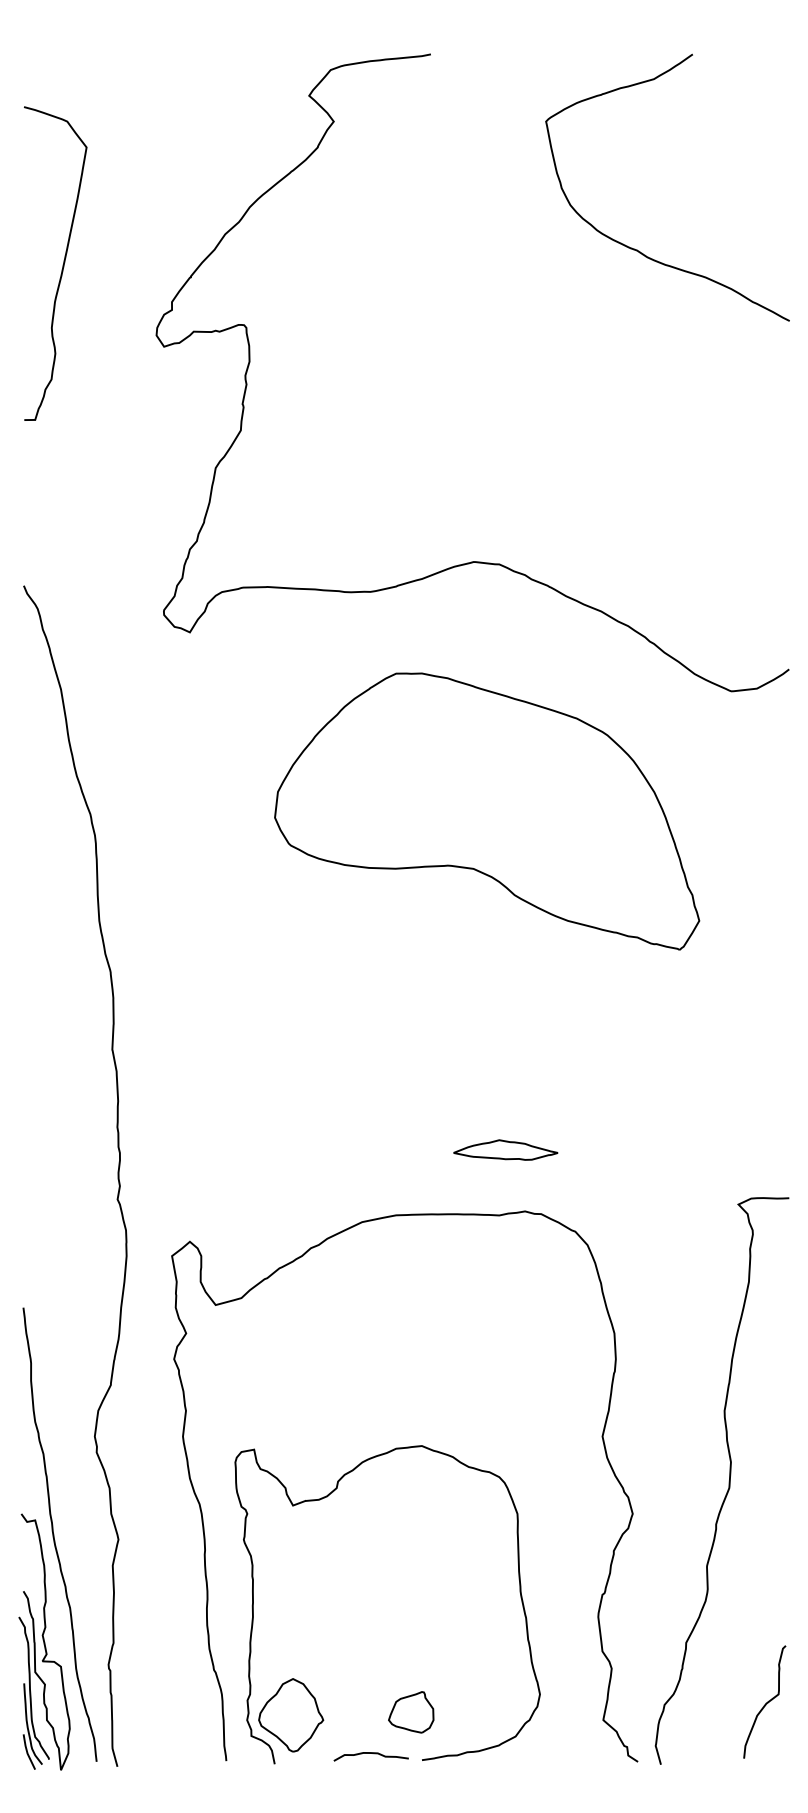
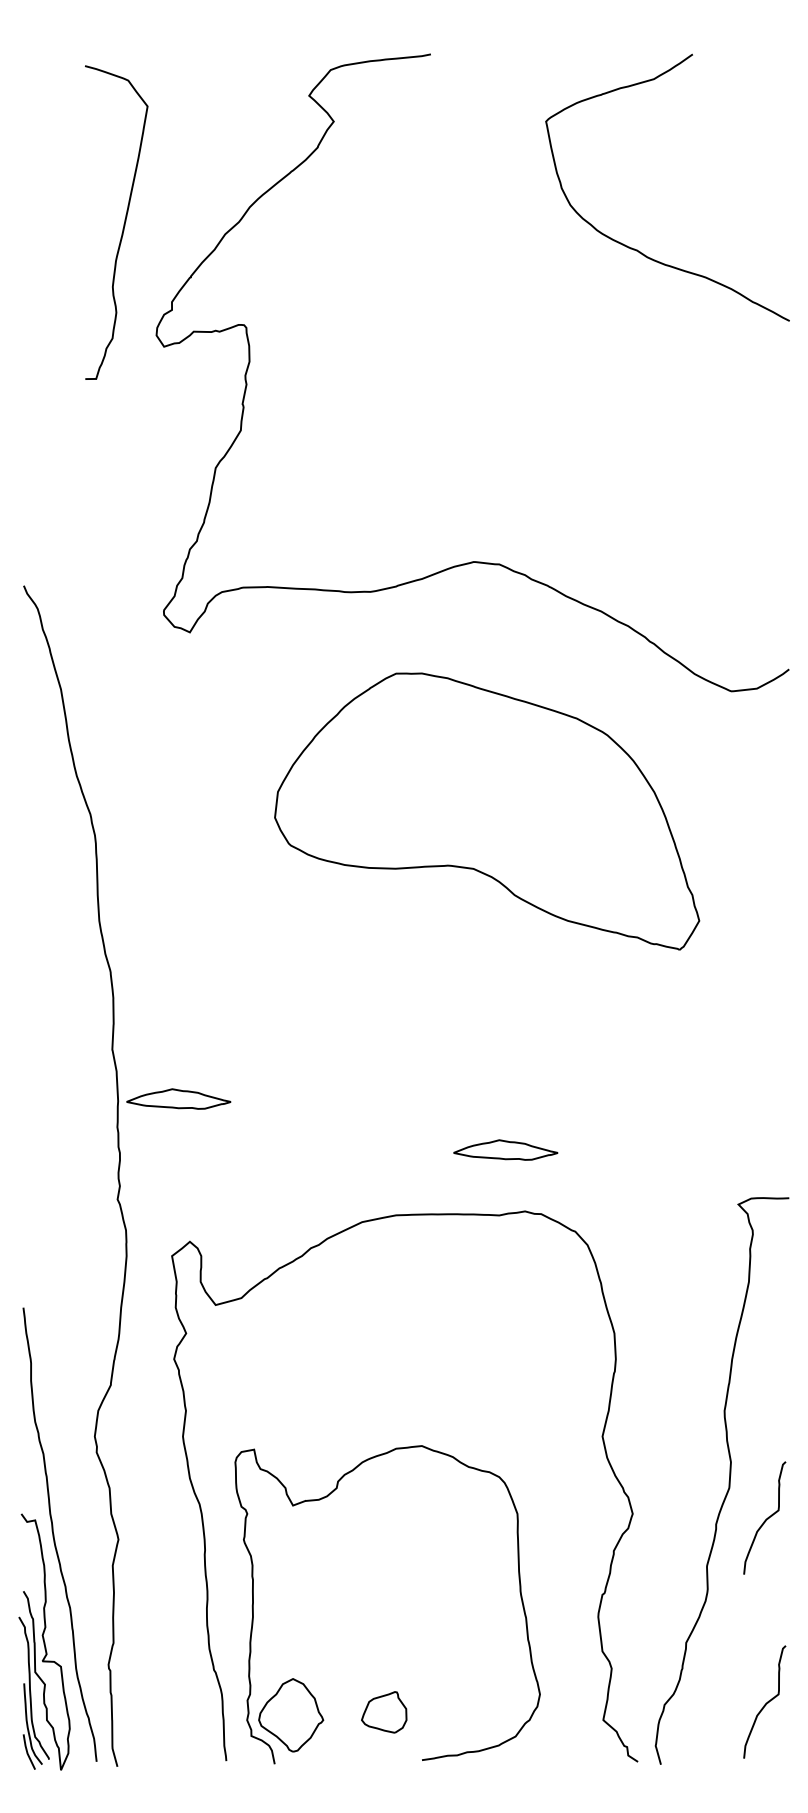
curve at (62, 264) position: (62, 264) -> (123, 223)
part at (178, 1098): none -> present
curve at (766, 1518): none -> present
part at (411, 1712) position: (411, 1712) -> (384, 1712)
curve at (370, 1753): present -> none
